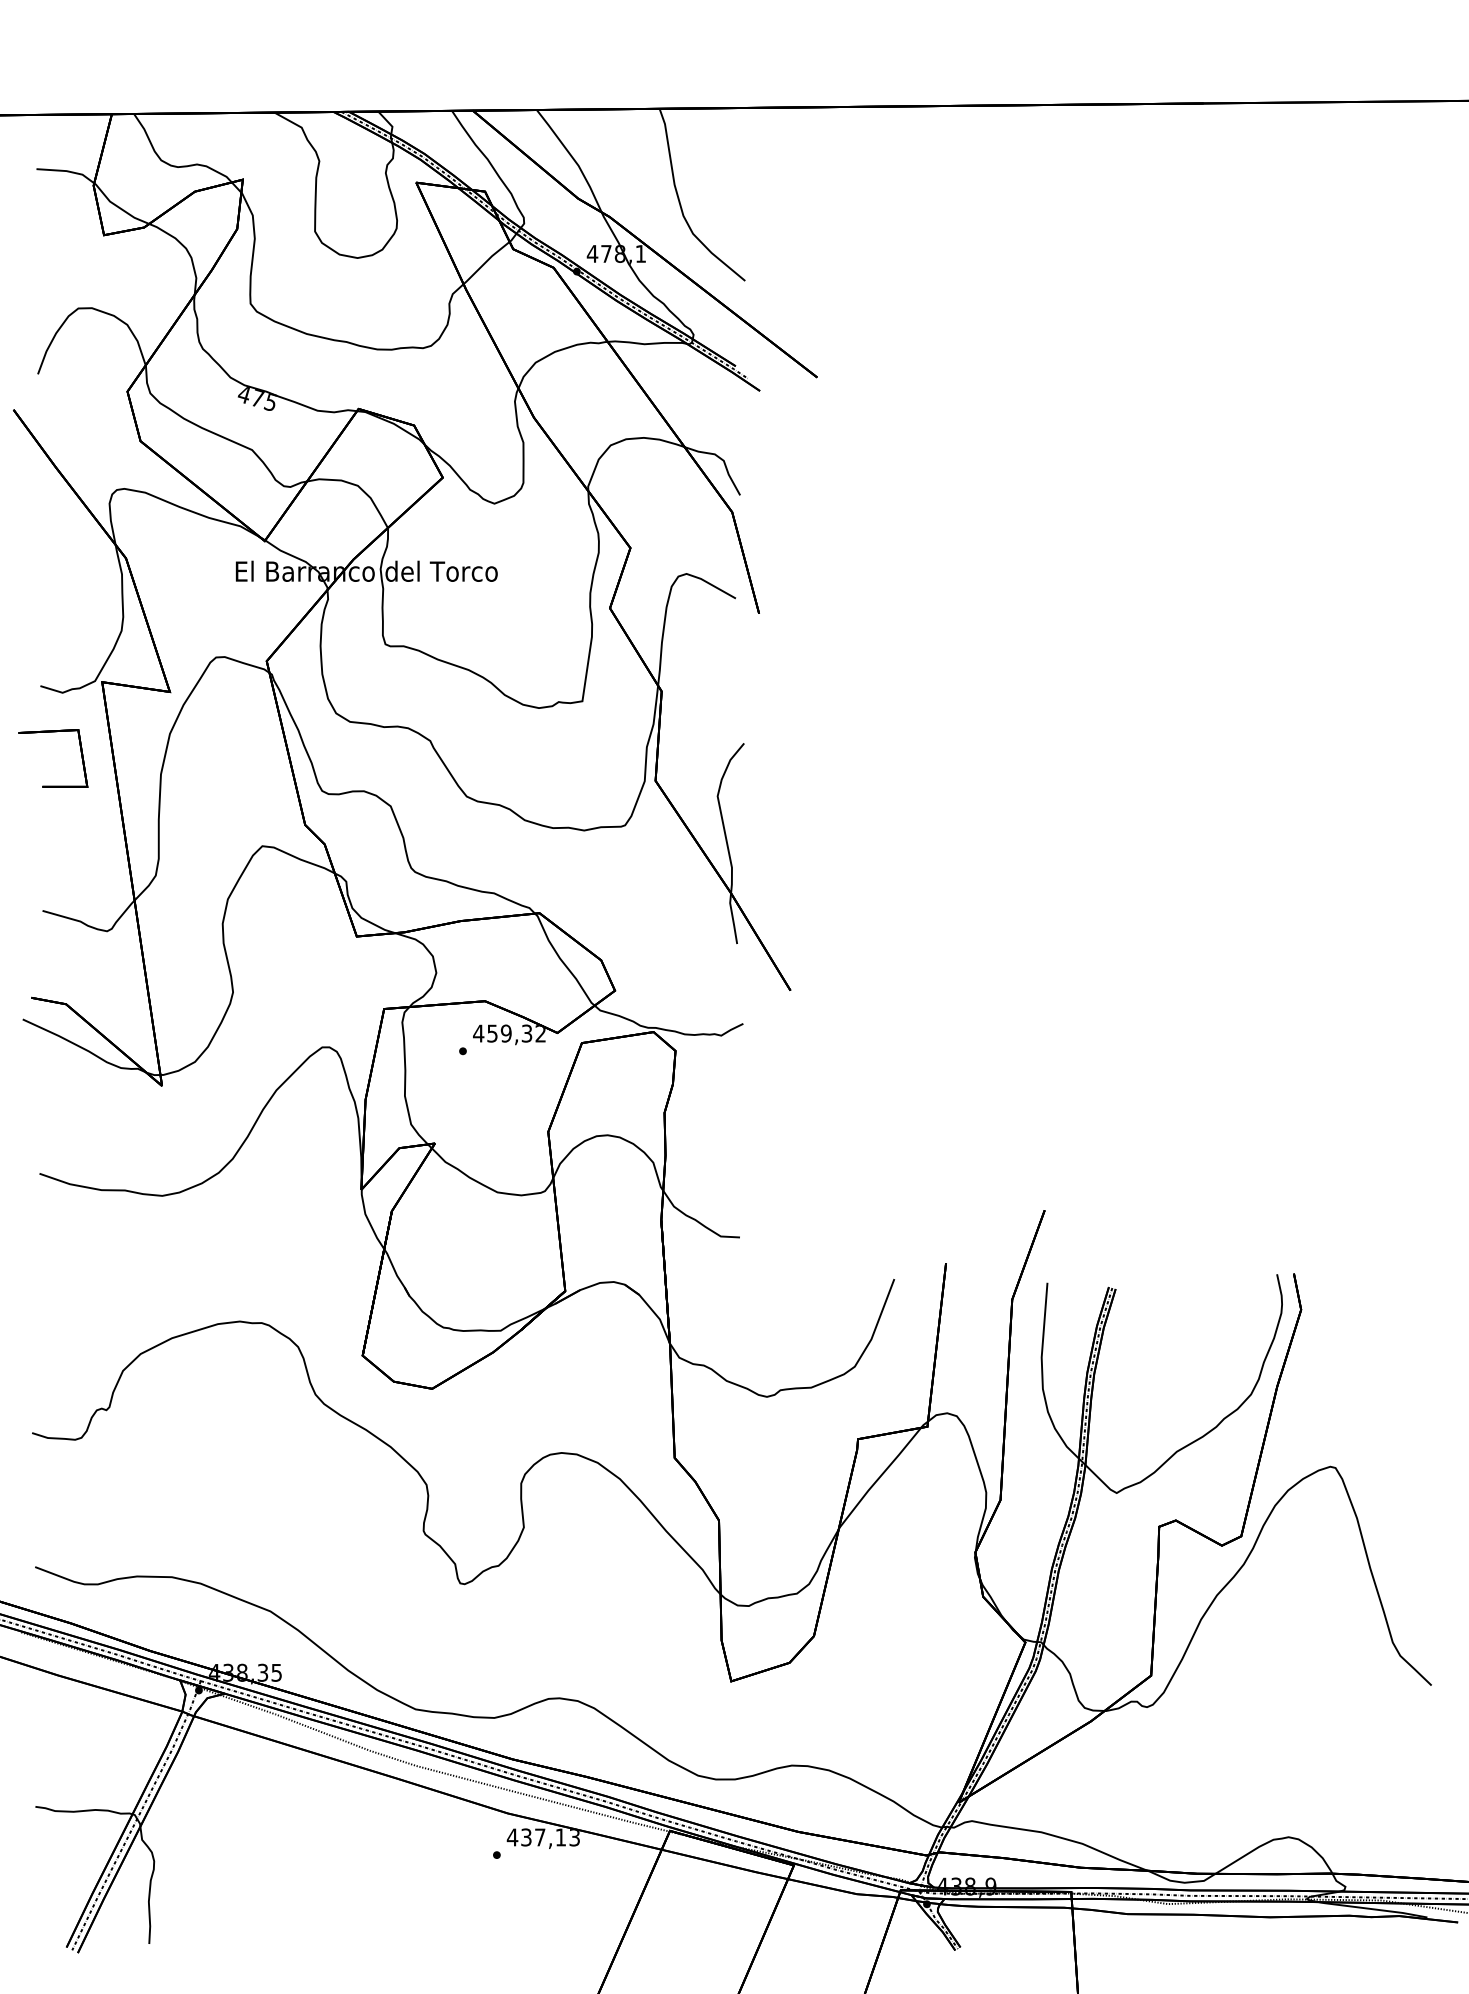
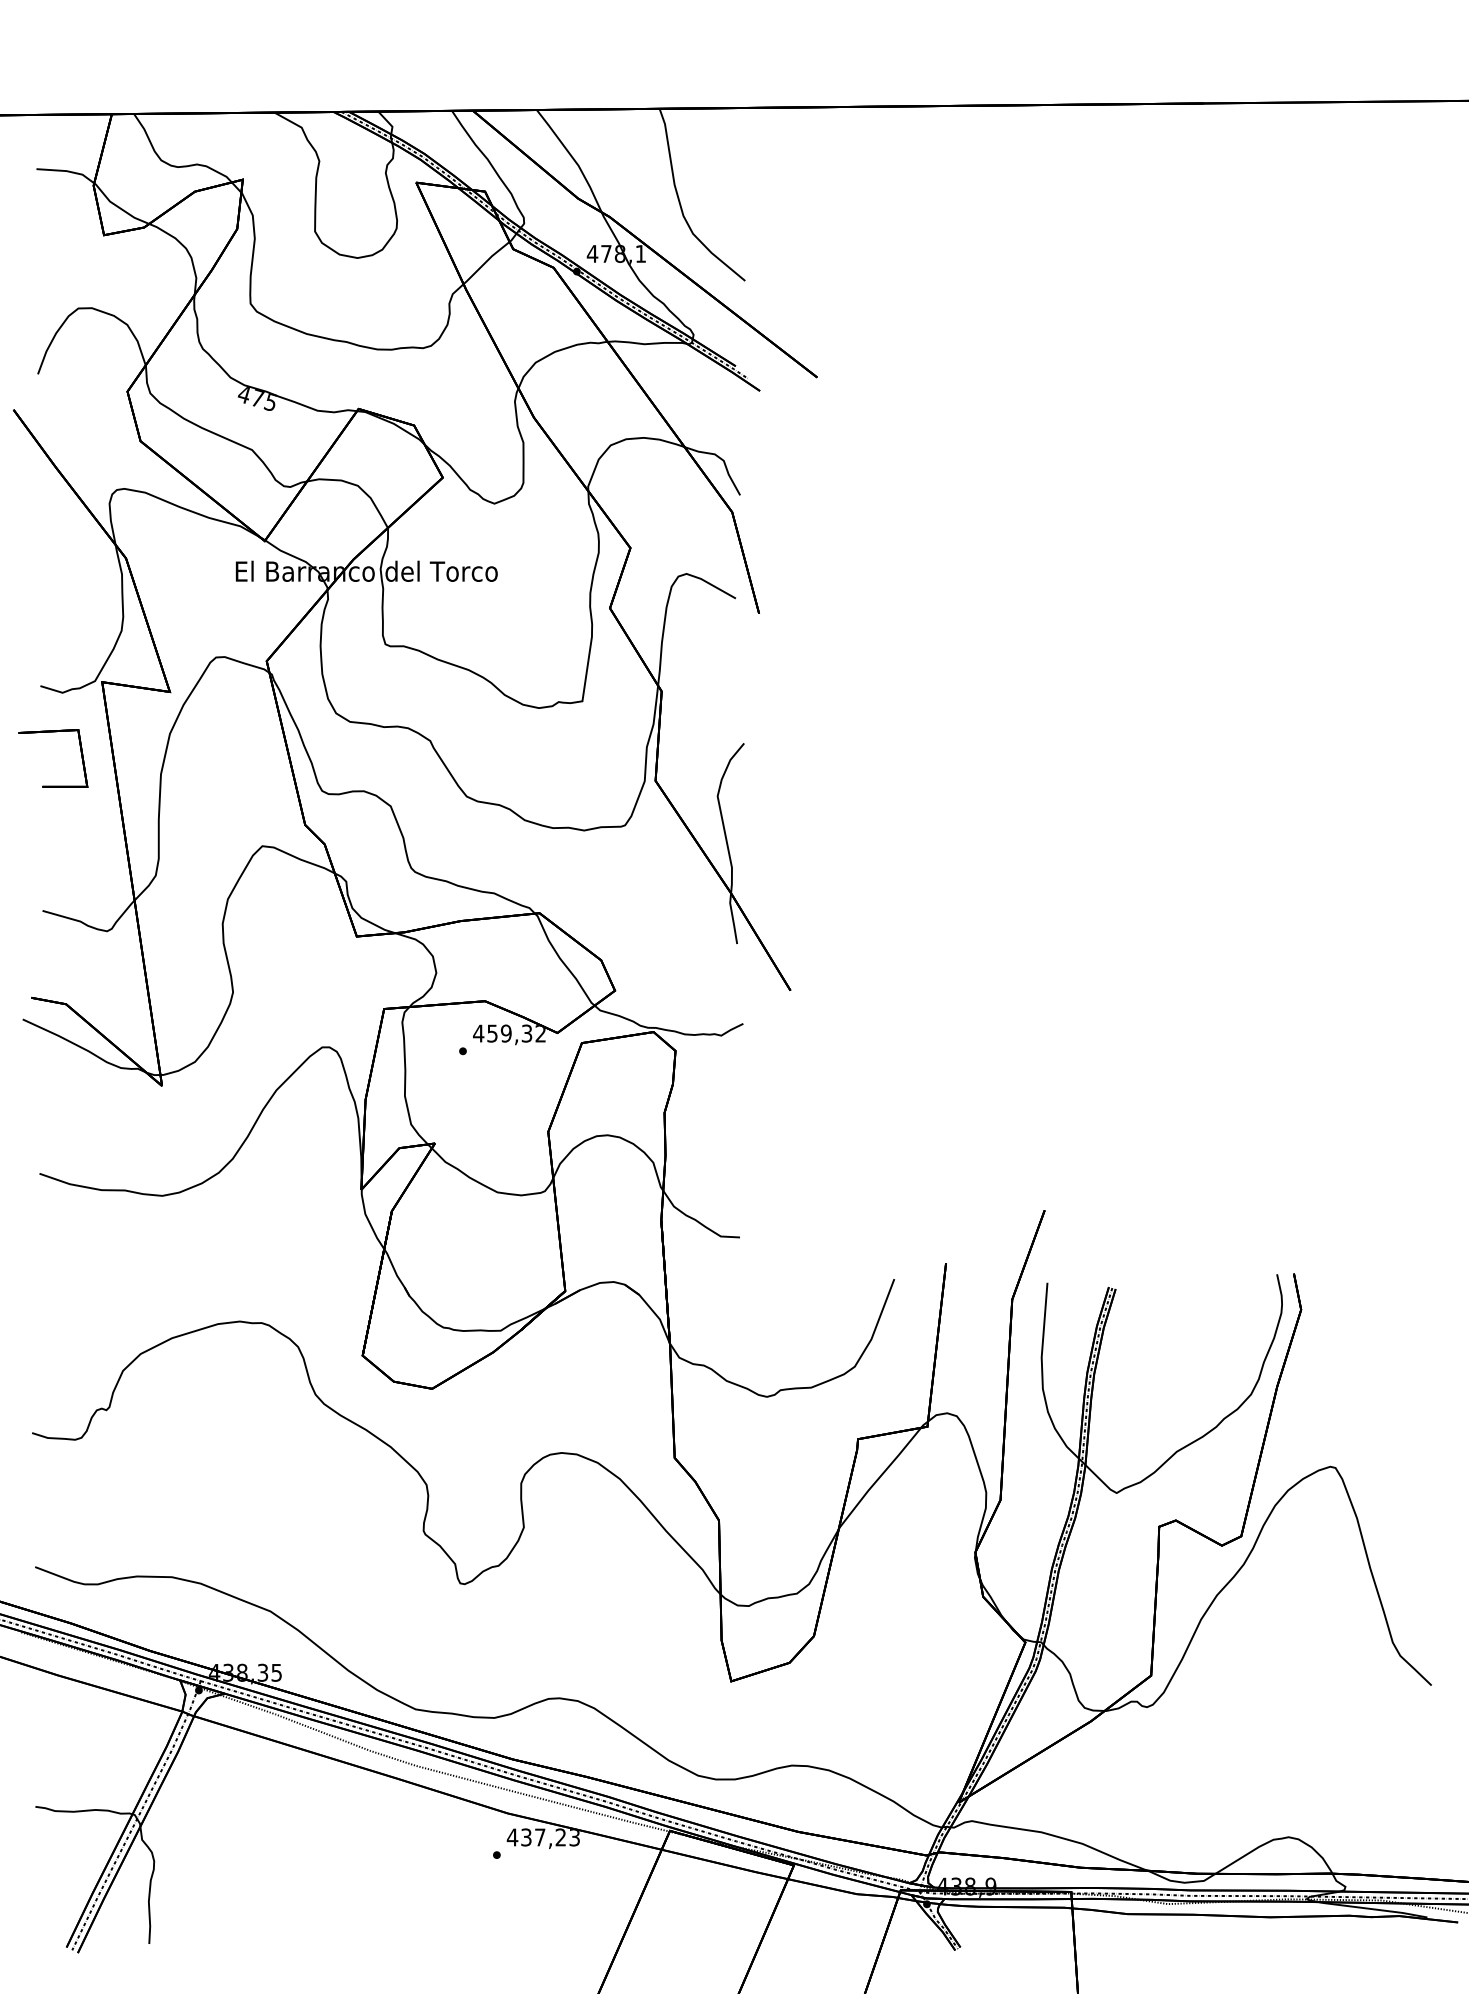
text at (560, 1837): 437,13 -> 437,23
